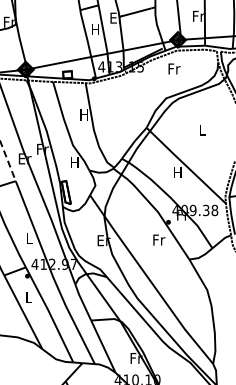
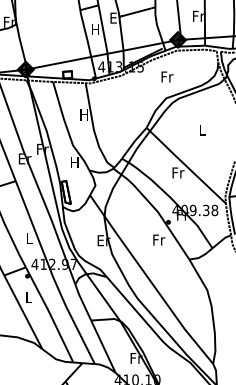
text at (174, 68) position: (174, 68) -> (167, 76)
line at (7, 161): dashed -> solid
text at (178, 172): H -> Fr
